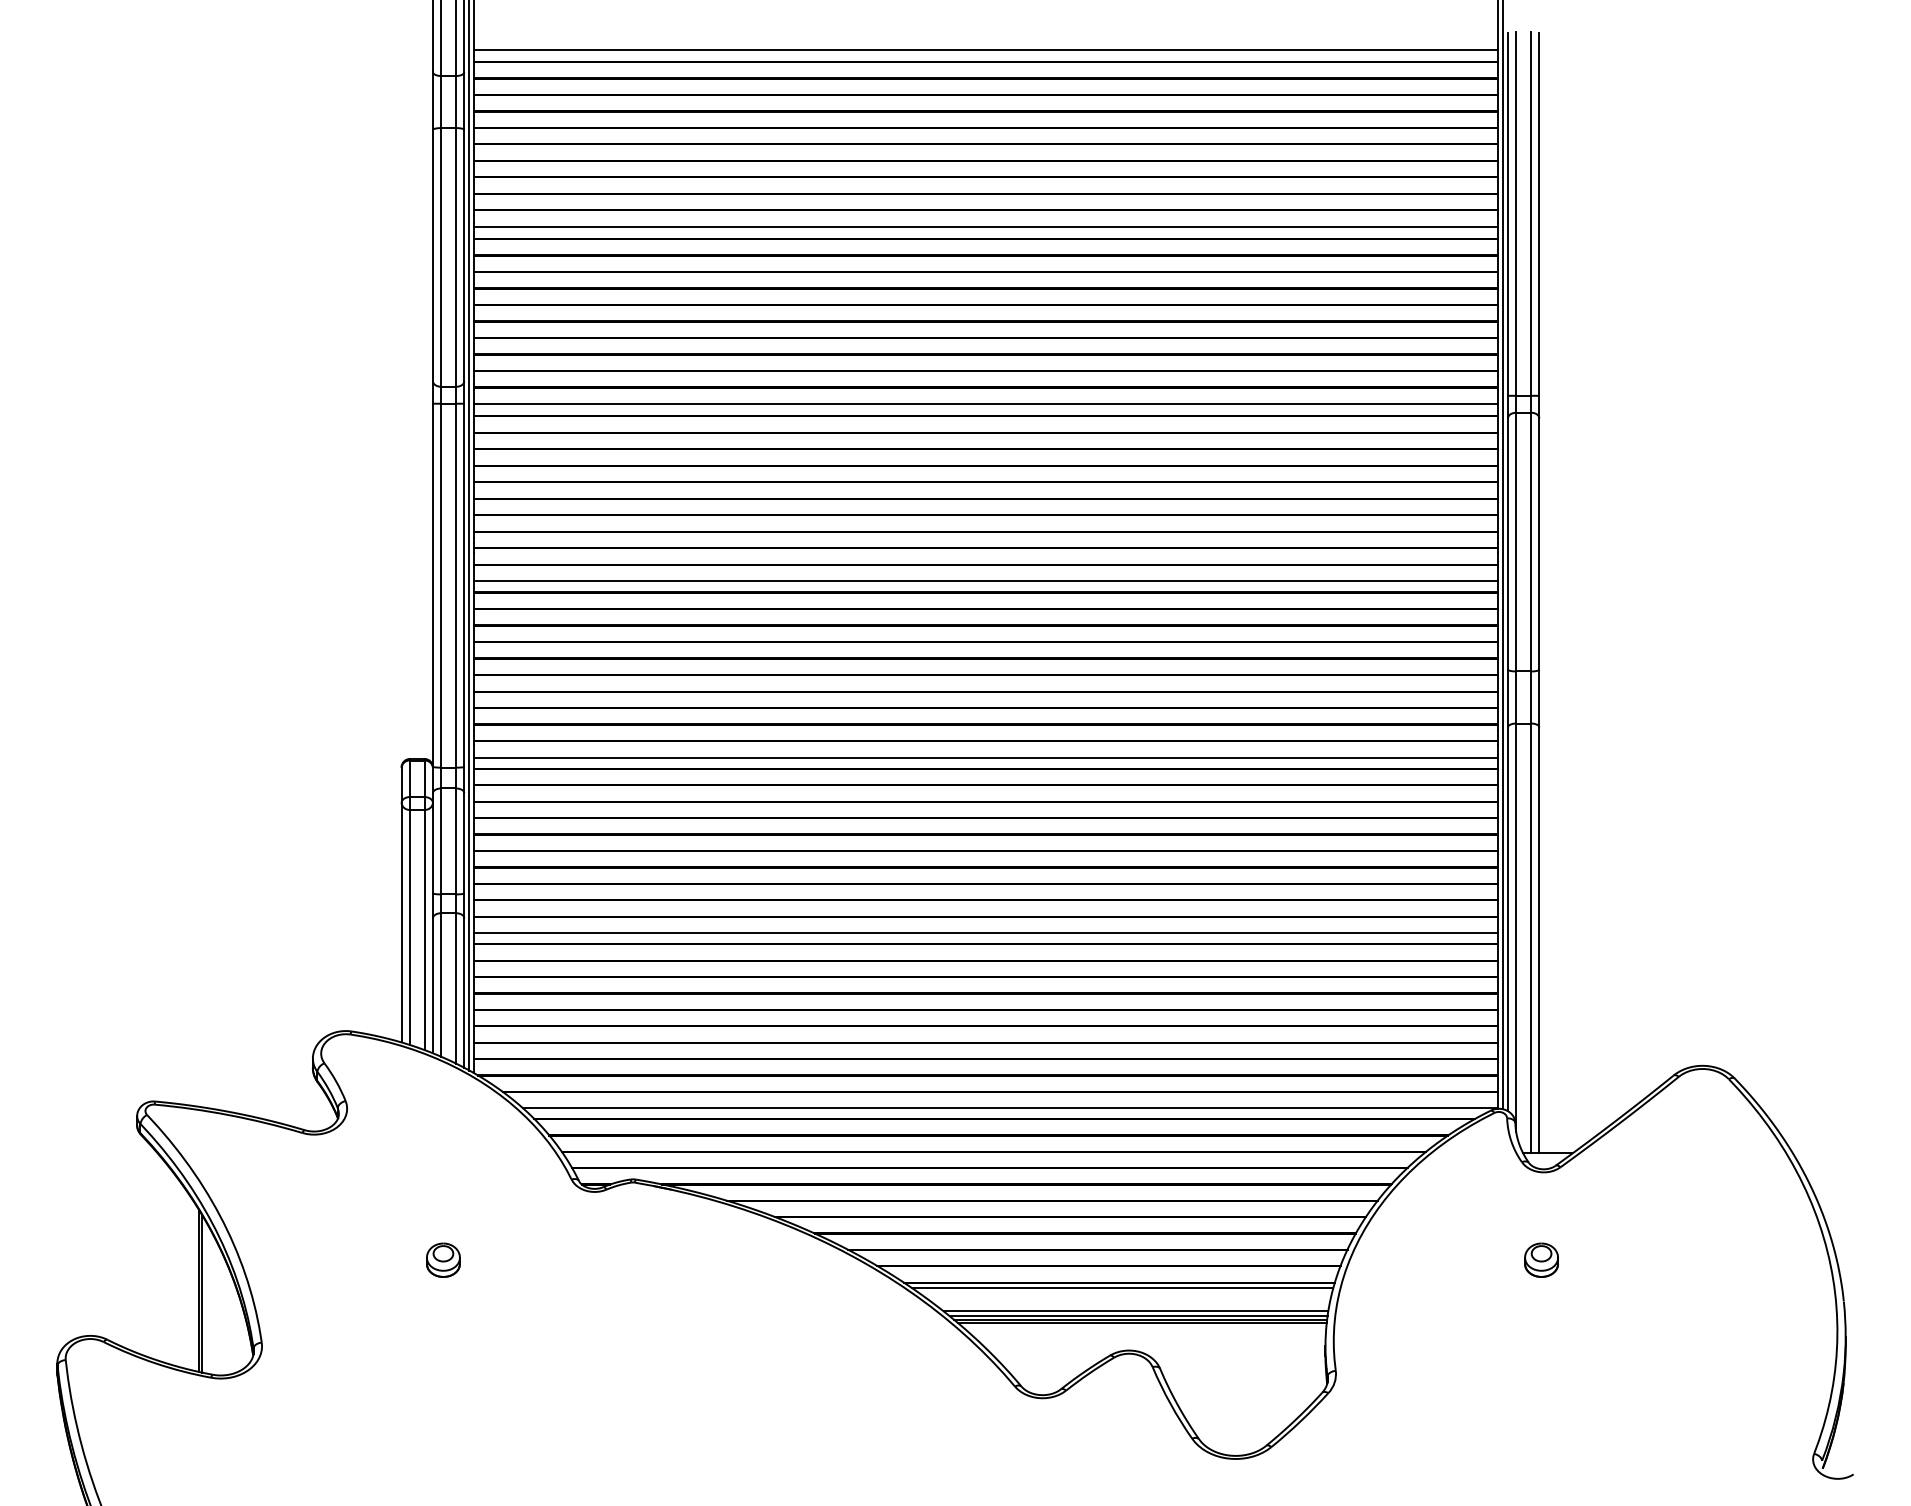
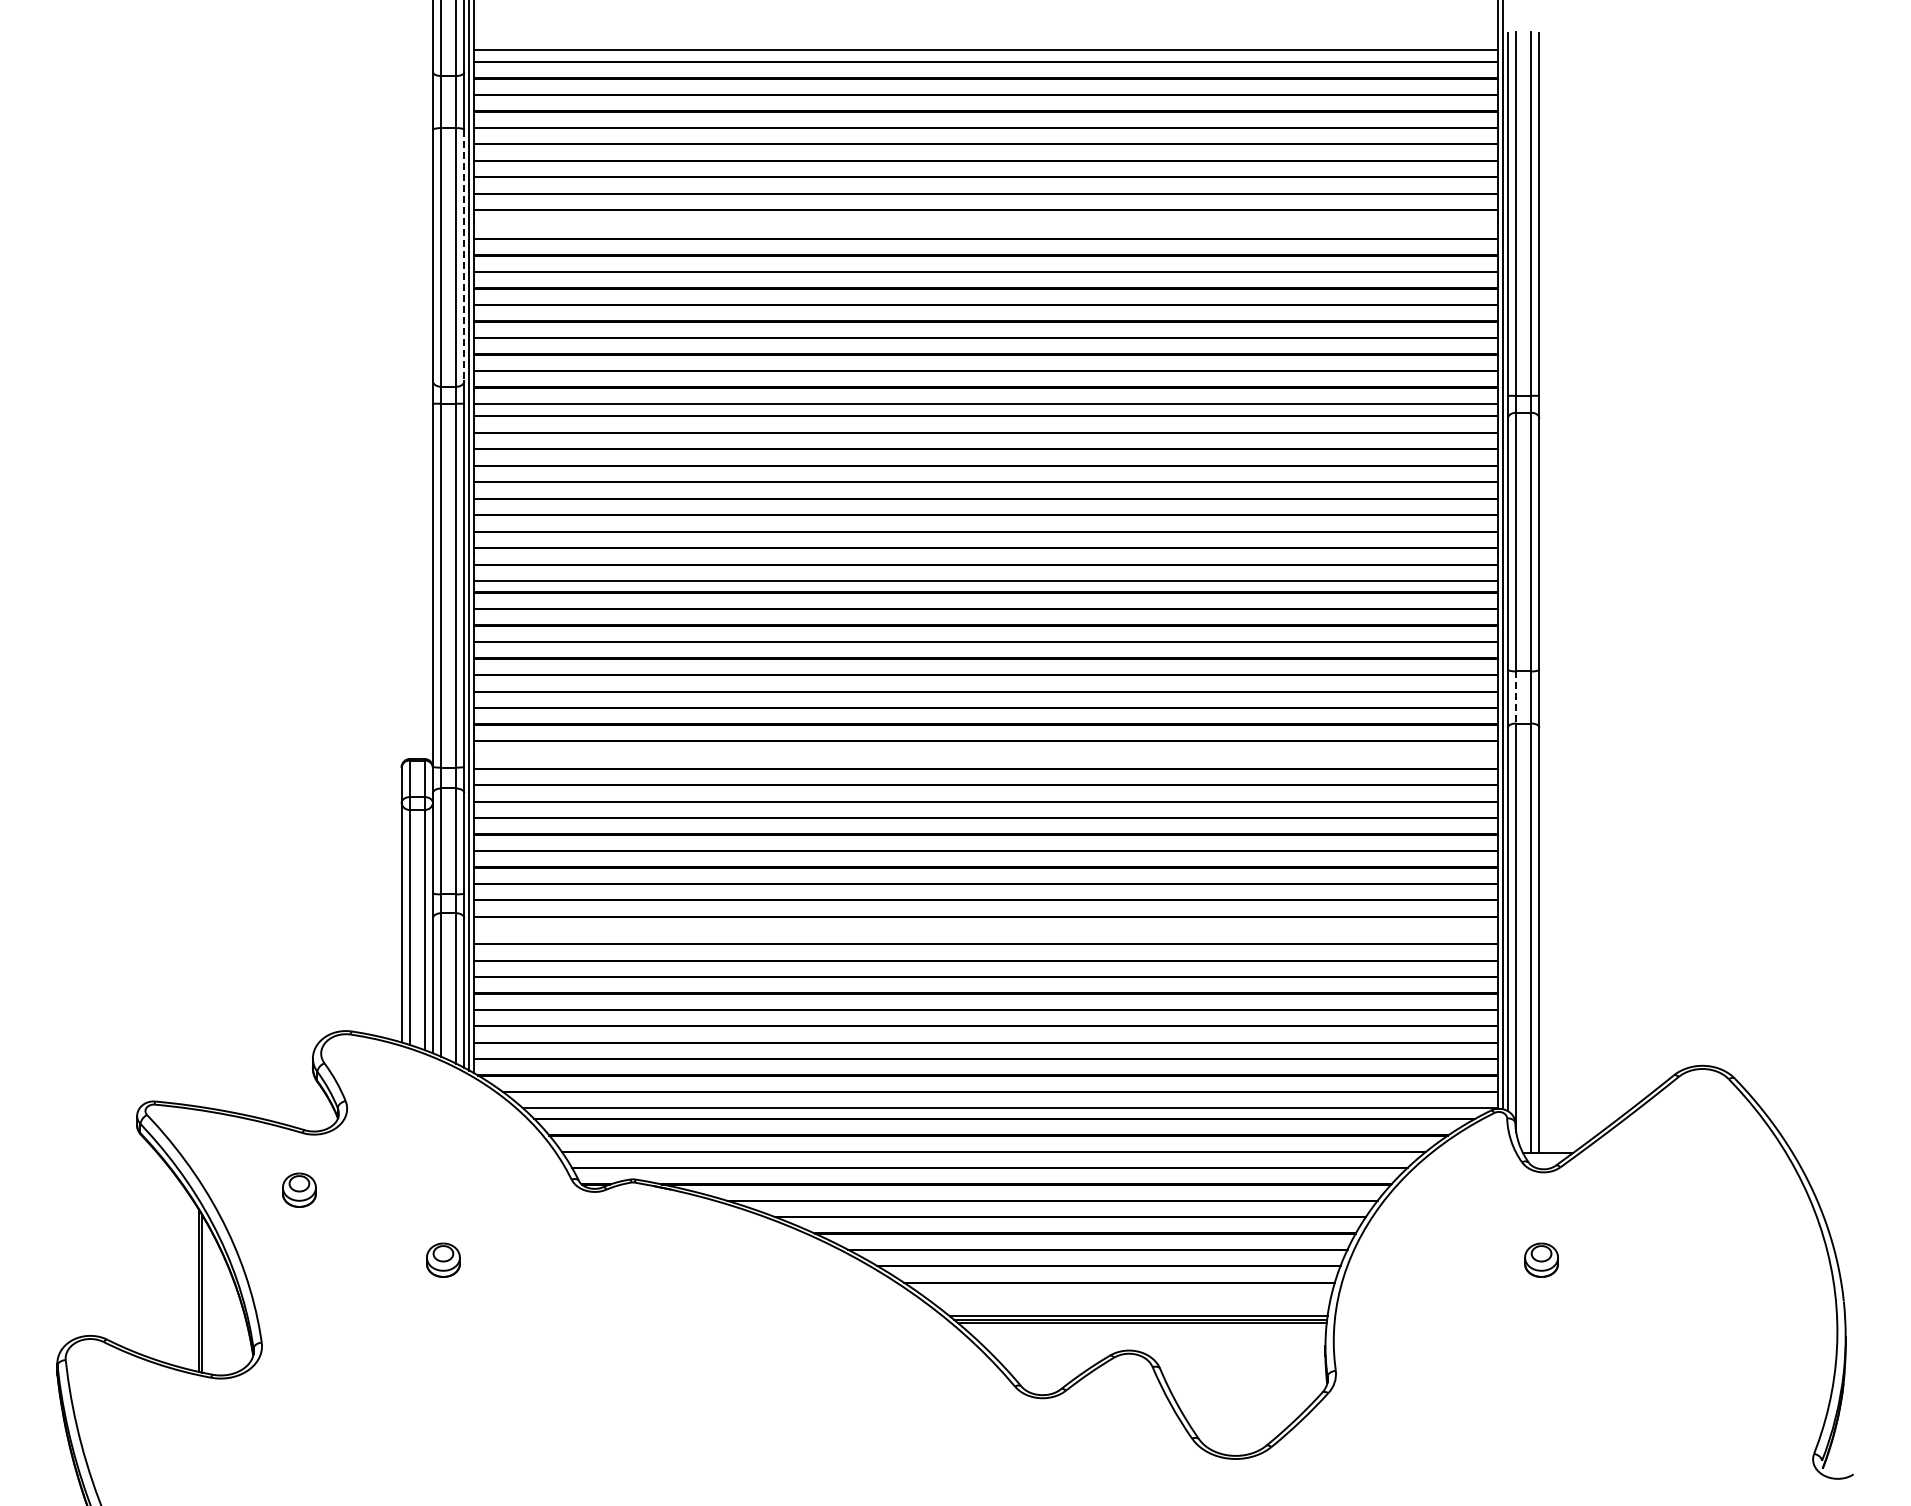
line at (986, 226): present -> none
line at (464, 255): solid -> dashed
line at (1516, 698): solid -> dashed
line at (986, 757): present -> none
line at (986, 933): present -> none
part at (299, 1189): none -> present
line at (1122, 1288): present -> none
line at (1135, 1311): present -> none
